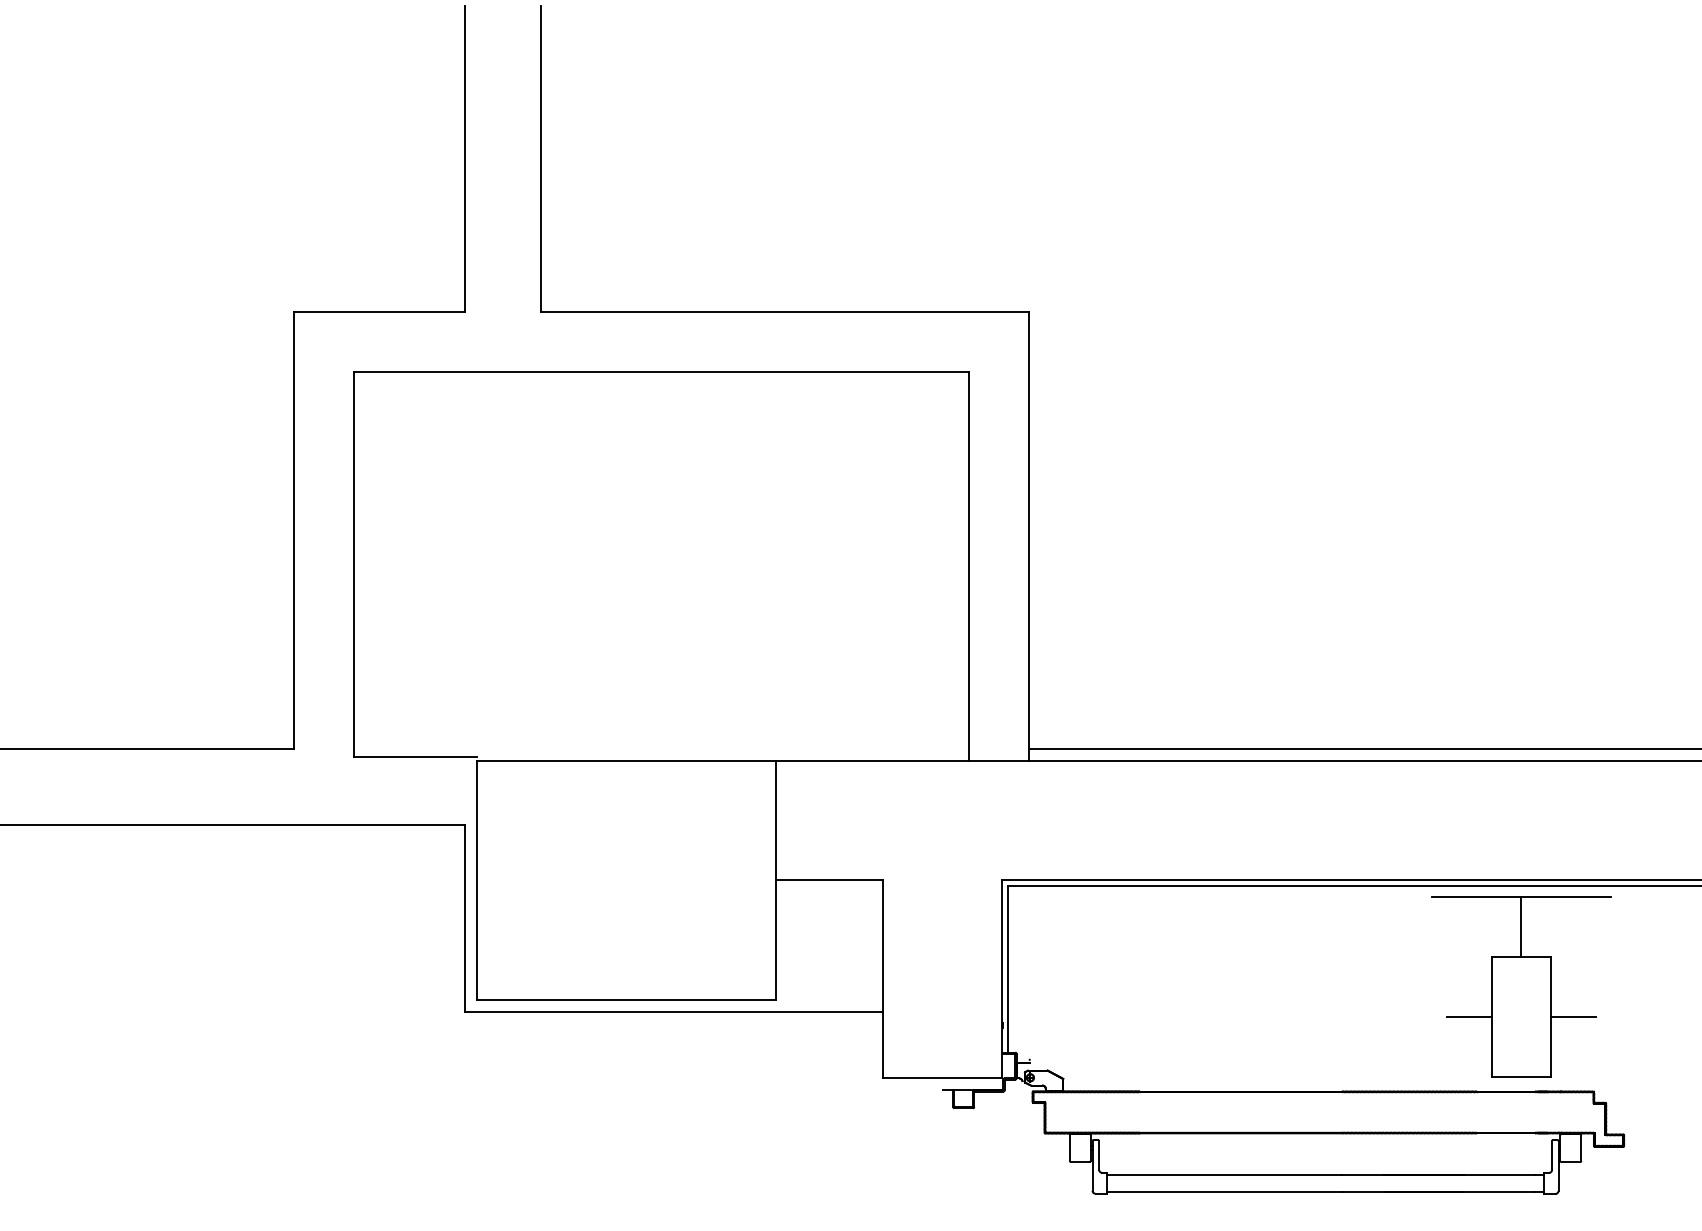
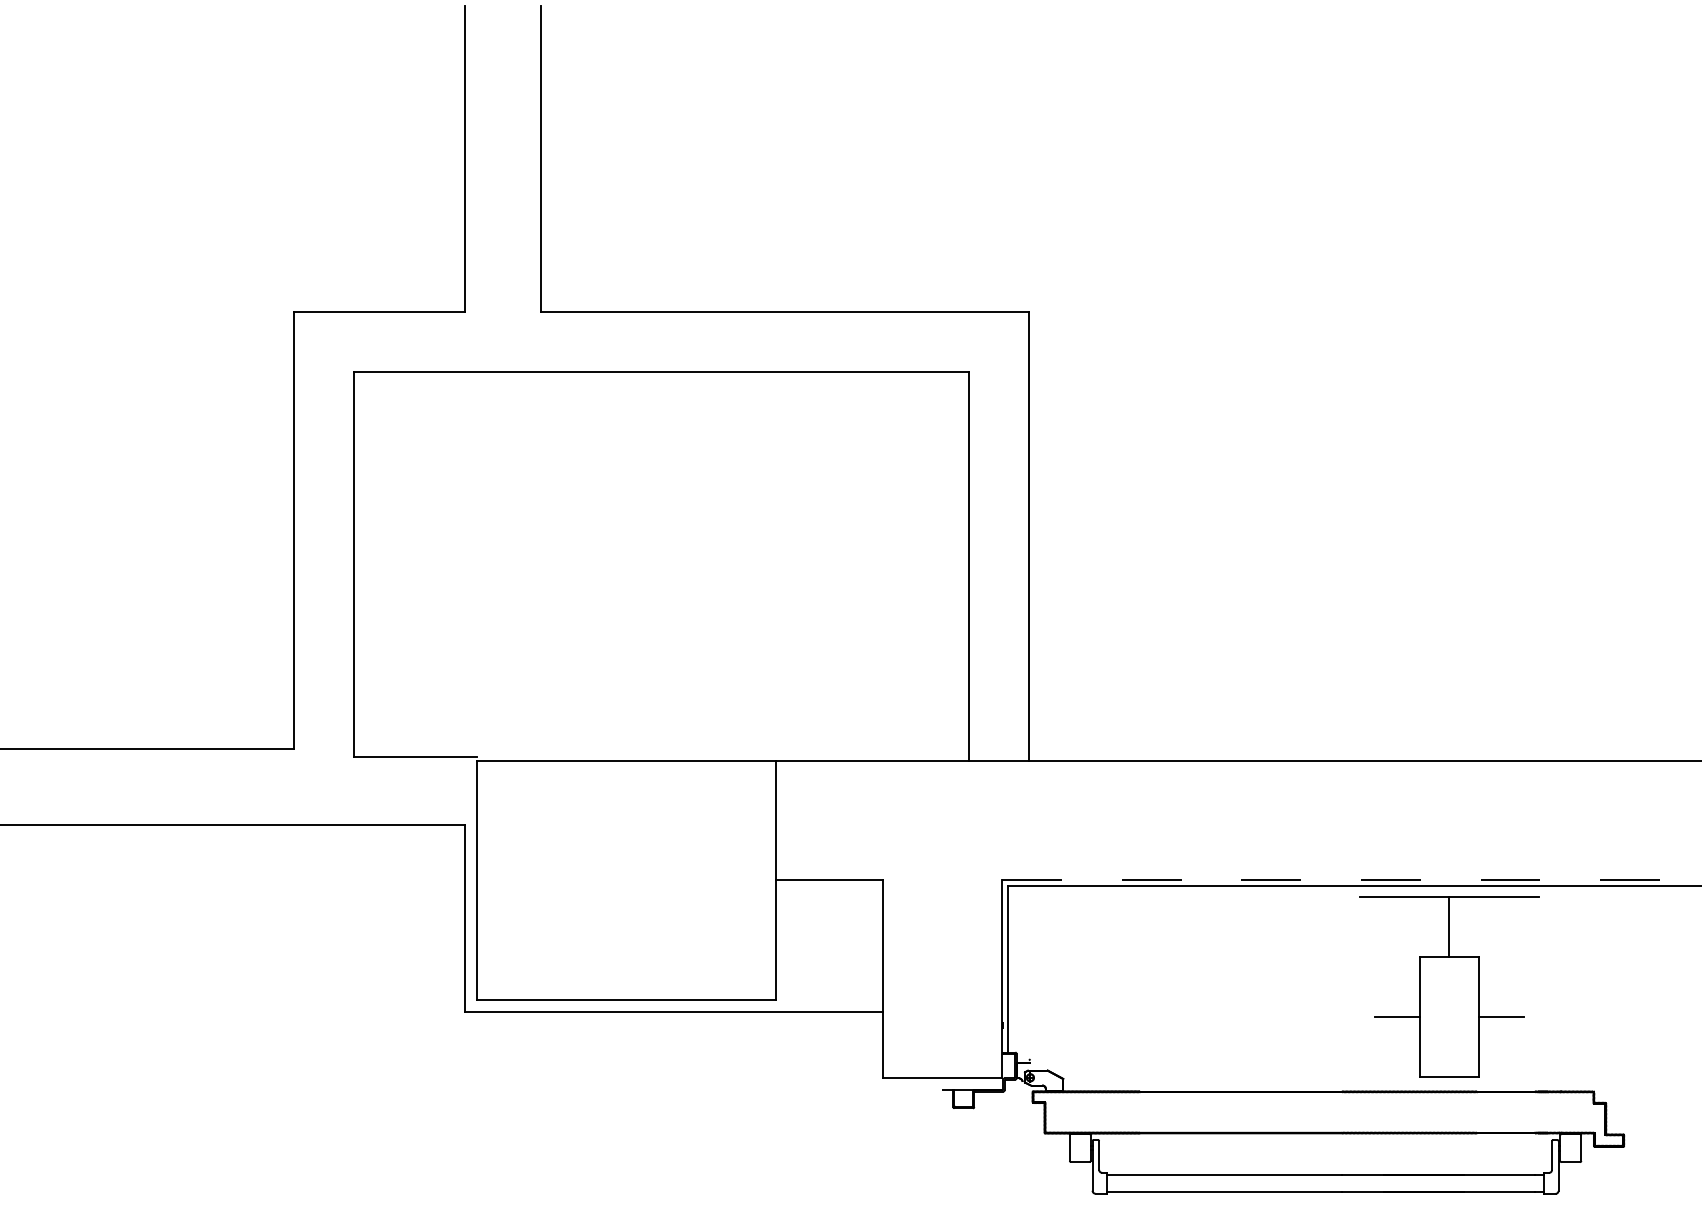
line at (1363, 748): present -> none
line at (1352, 880): solid -> dashed
part at (1521, 986) position: (1521, 986) -> (1449, 986)
